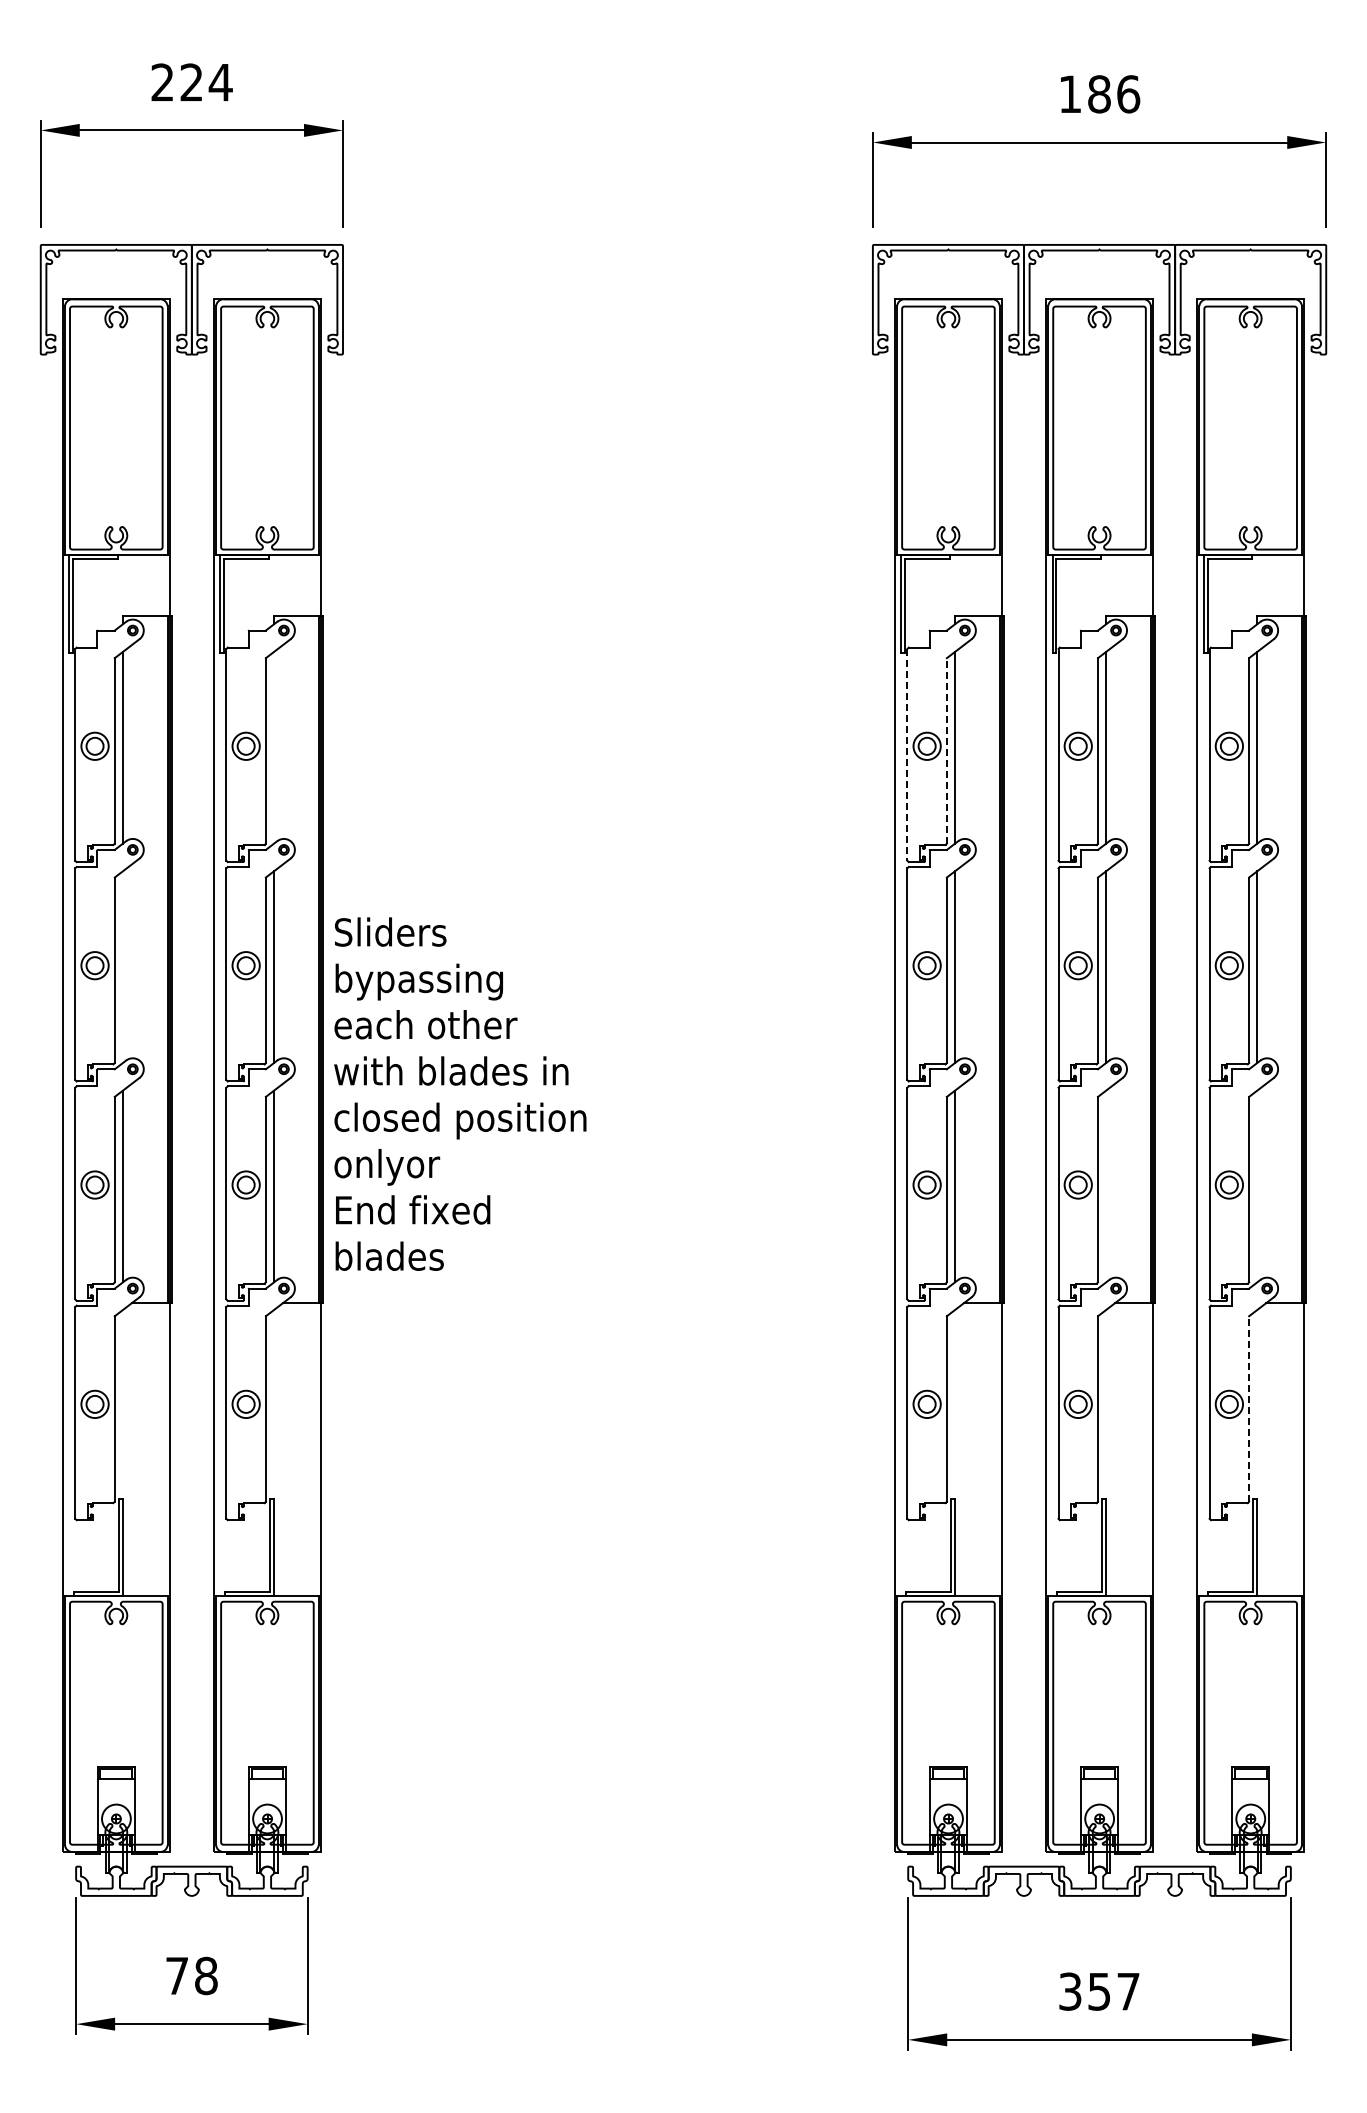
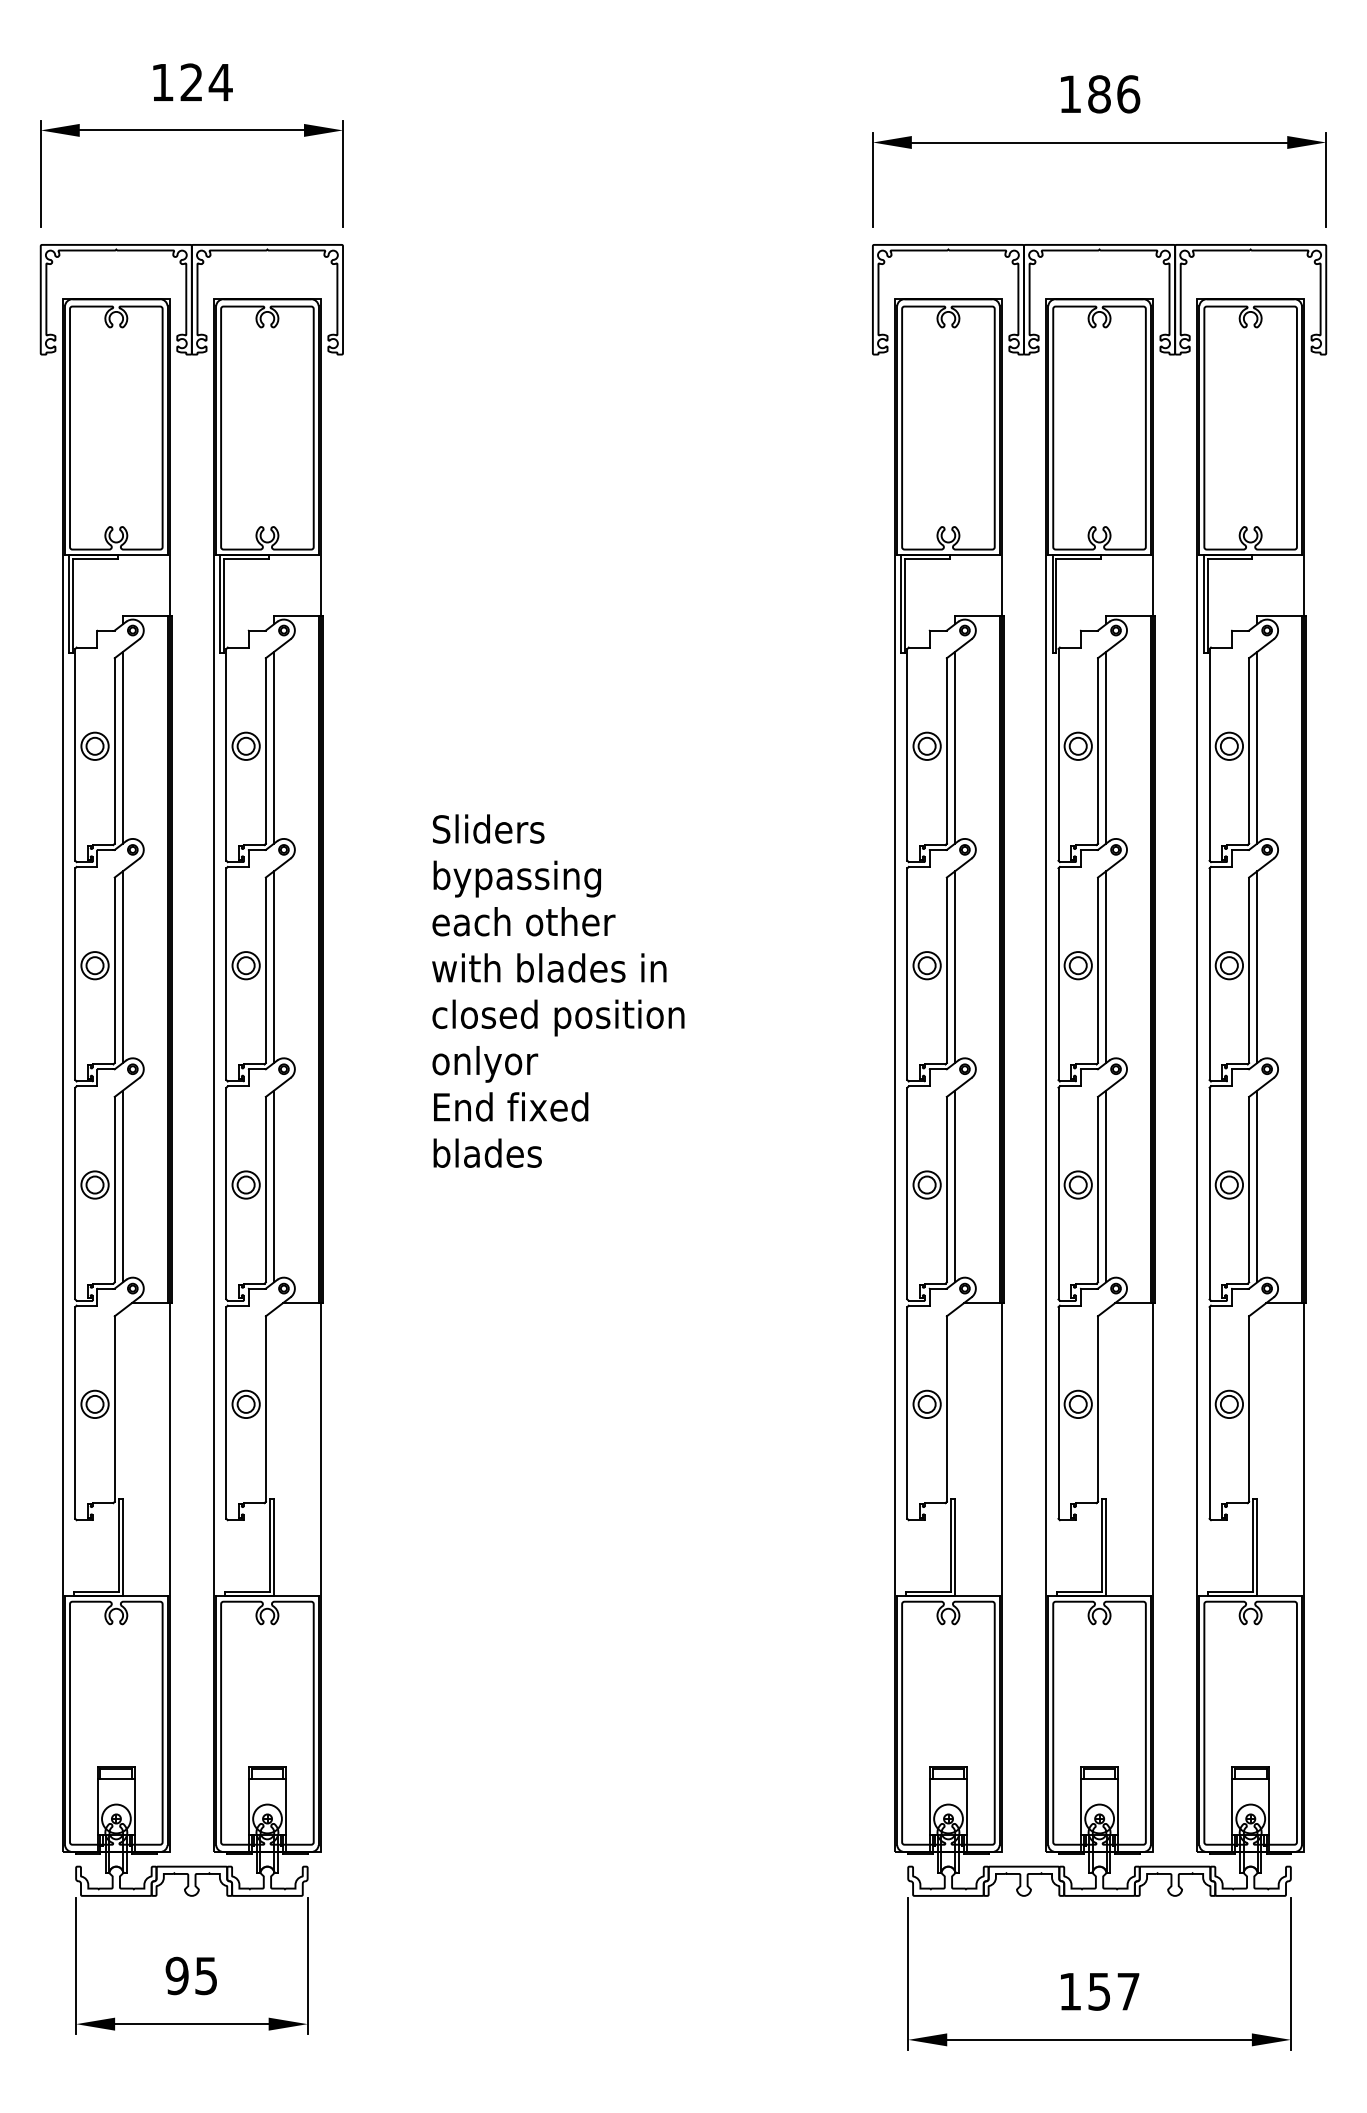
text at (162, 82): 224 -> 124
line at (274, 747): none -> present
line at (946, 750): dashed -> solid
line at (907, 754): dashed -> solid
line at (123, 966): none -> present
text at (460, 1093) position: (460, 1093) -> (558, 990)
line at (1106, 1186): none -> present
line at (1257, 1186): none -> present
line at (1249, 1409): dashed -> solid
text at (191, 1975): 78 -> 95
text at (1070, 1991): 357 -> 157
